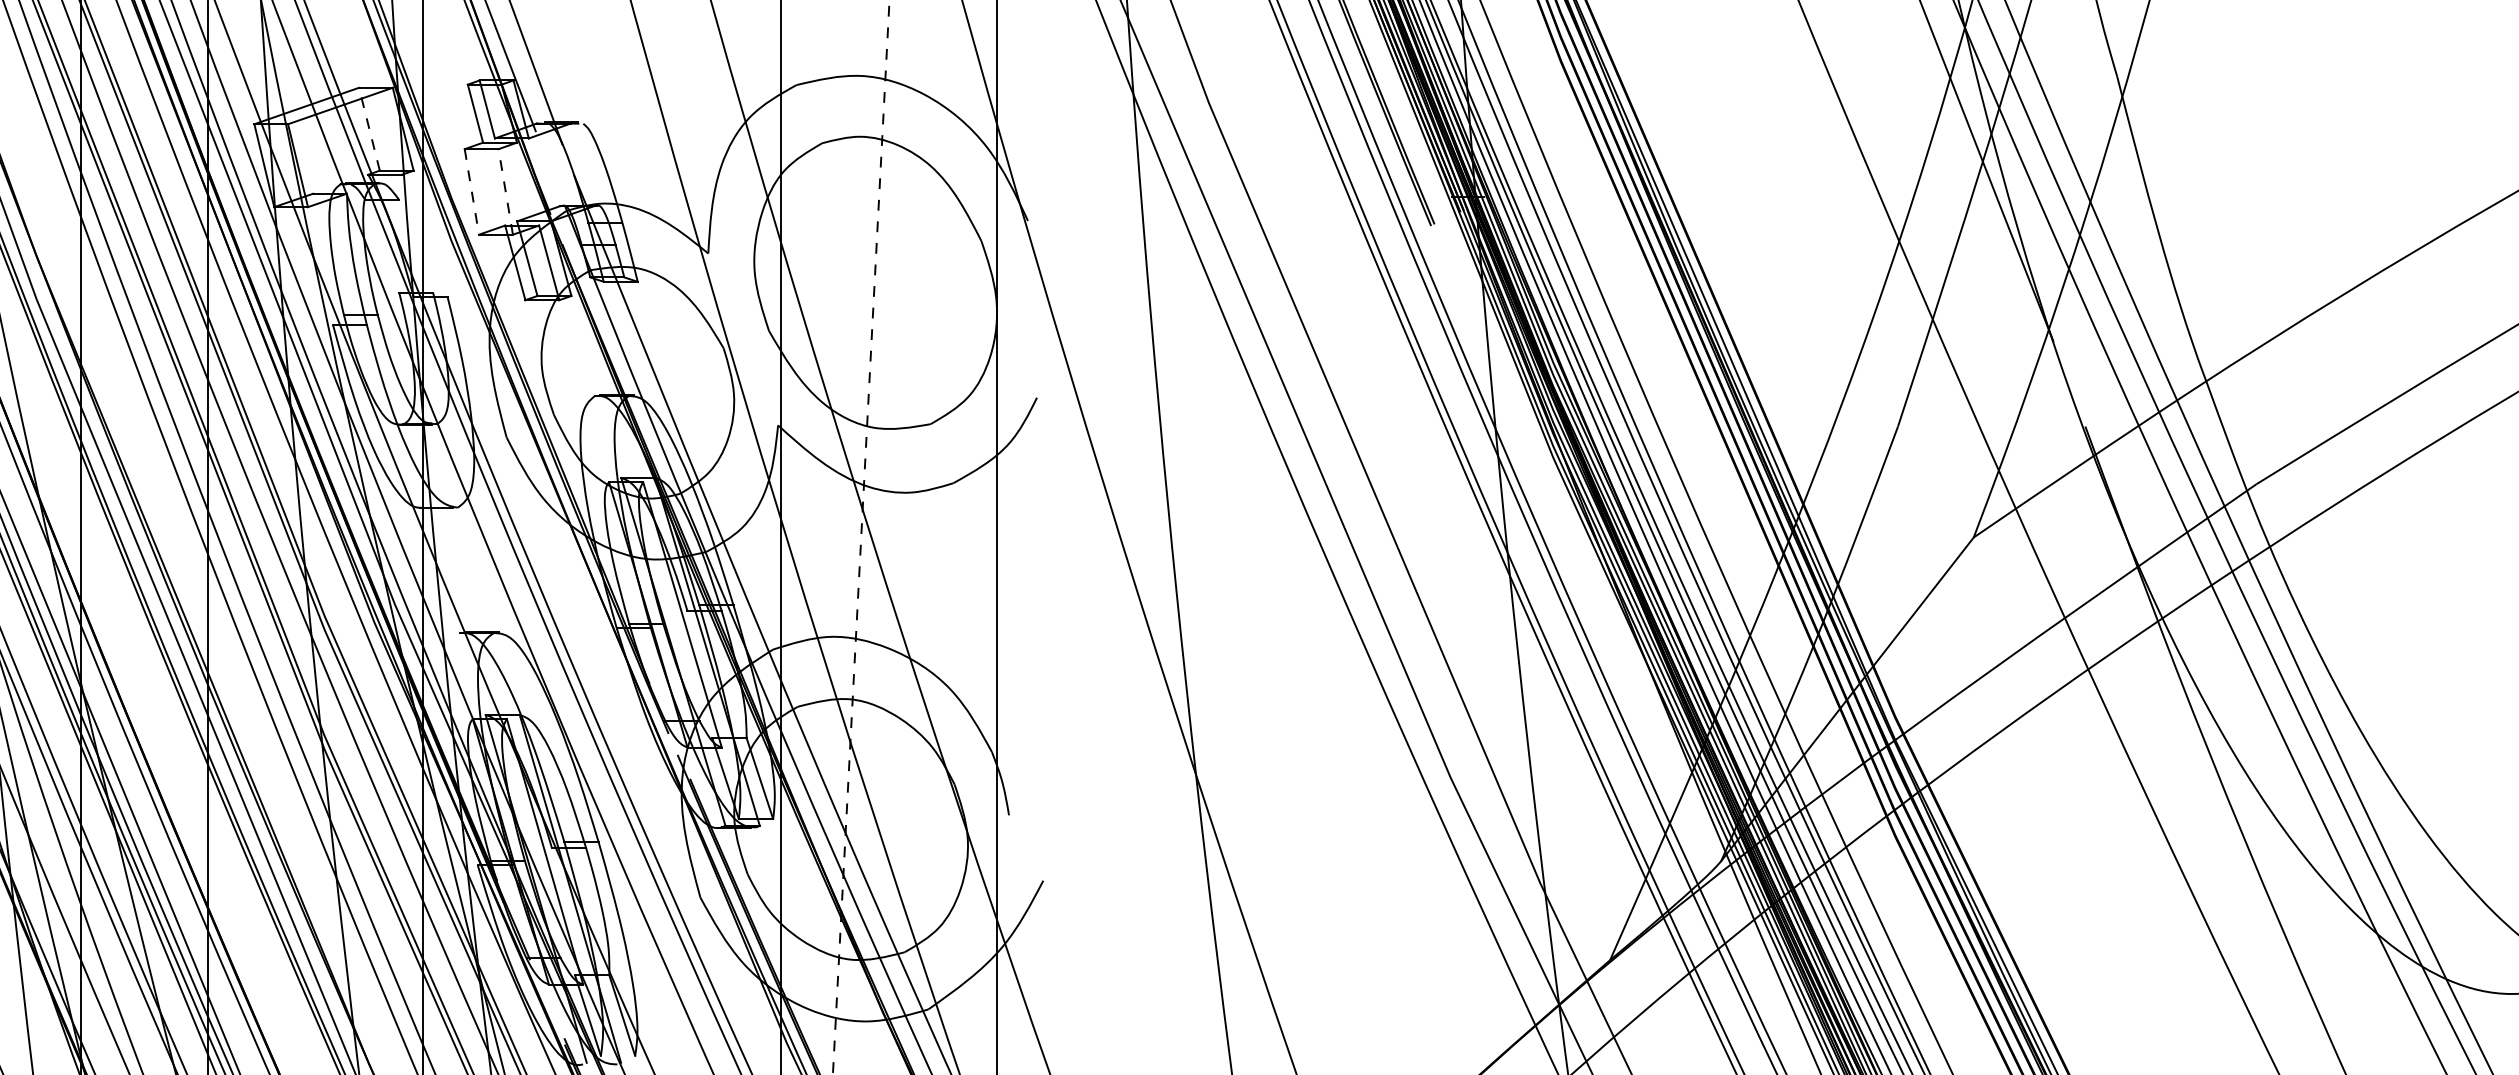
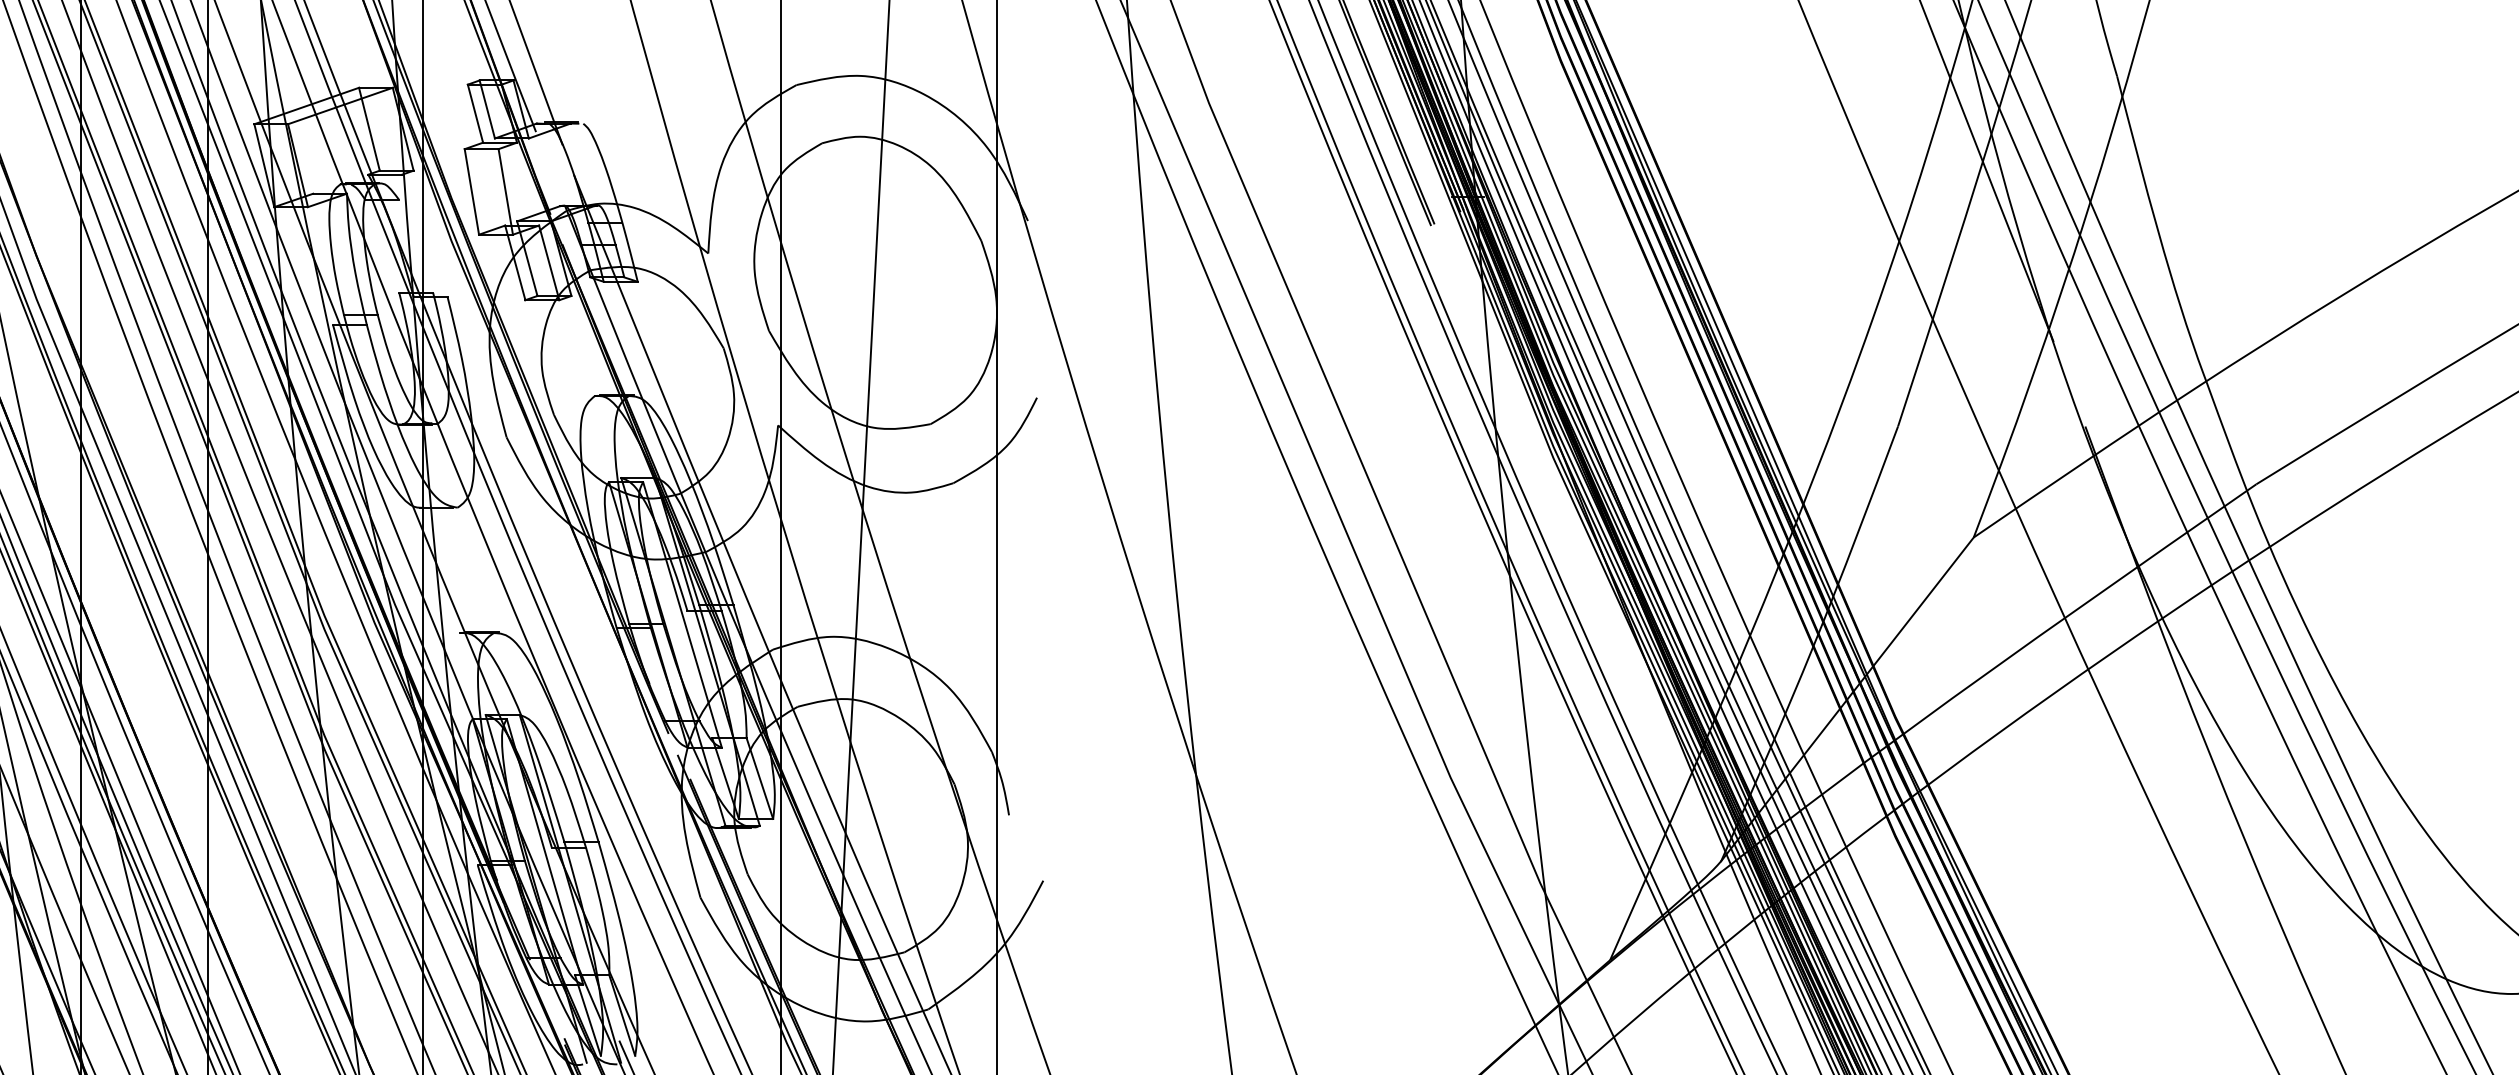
line at (369, 129): dashed -> solid
line at (505, 191): dashed -> solid
line at (471, 192): dashed -> solid
line at (861, 537): dashed -> solid
line at (626, 1056): none -> present
